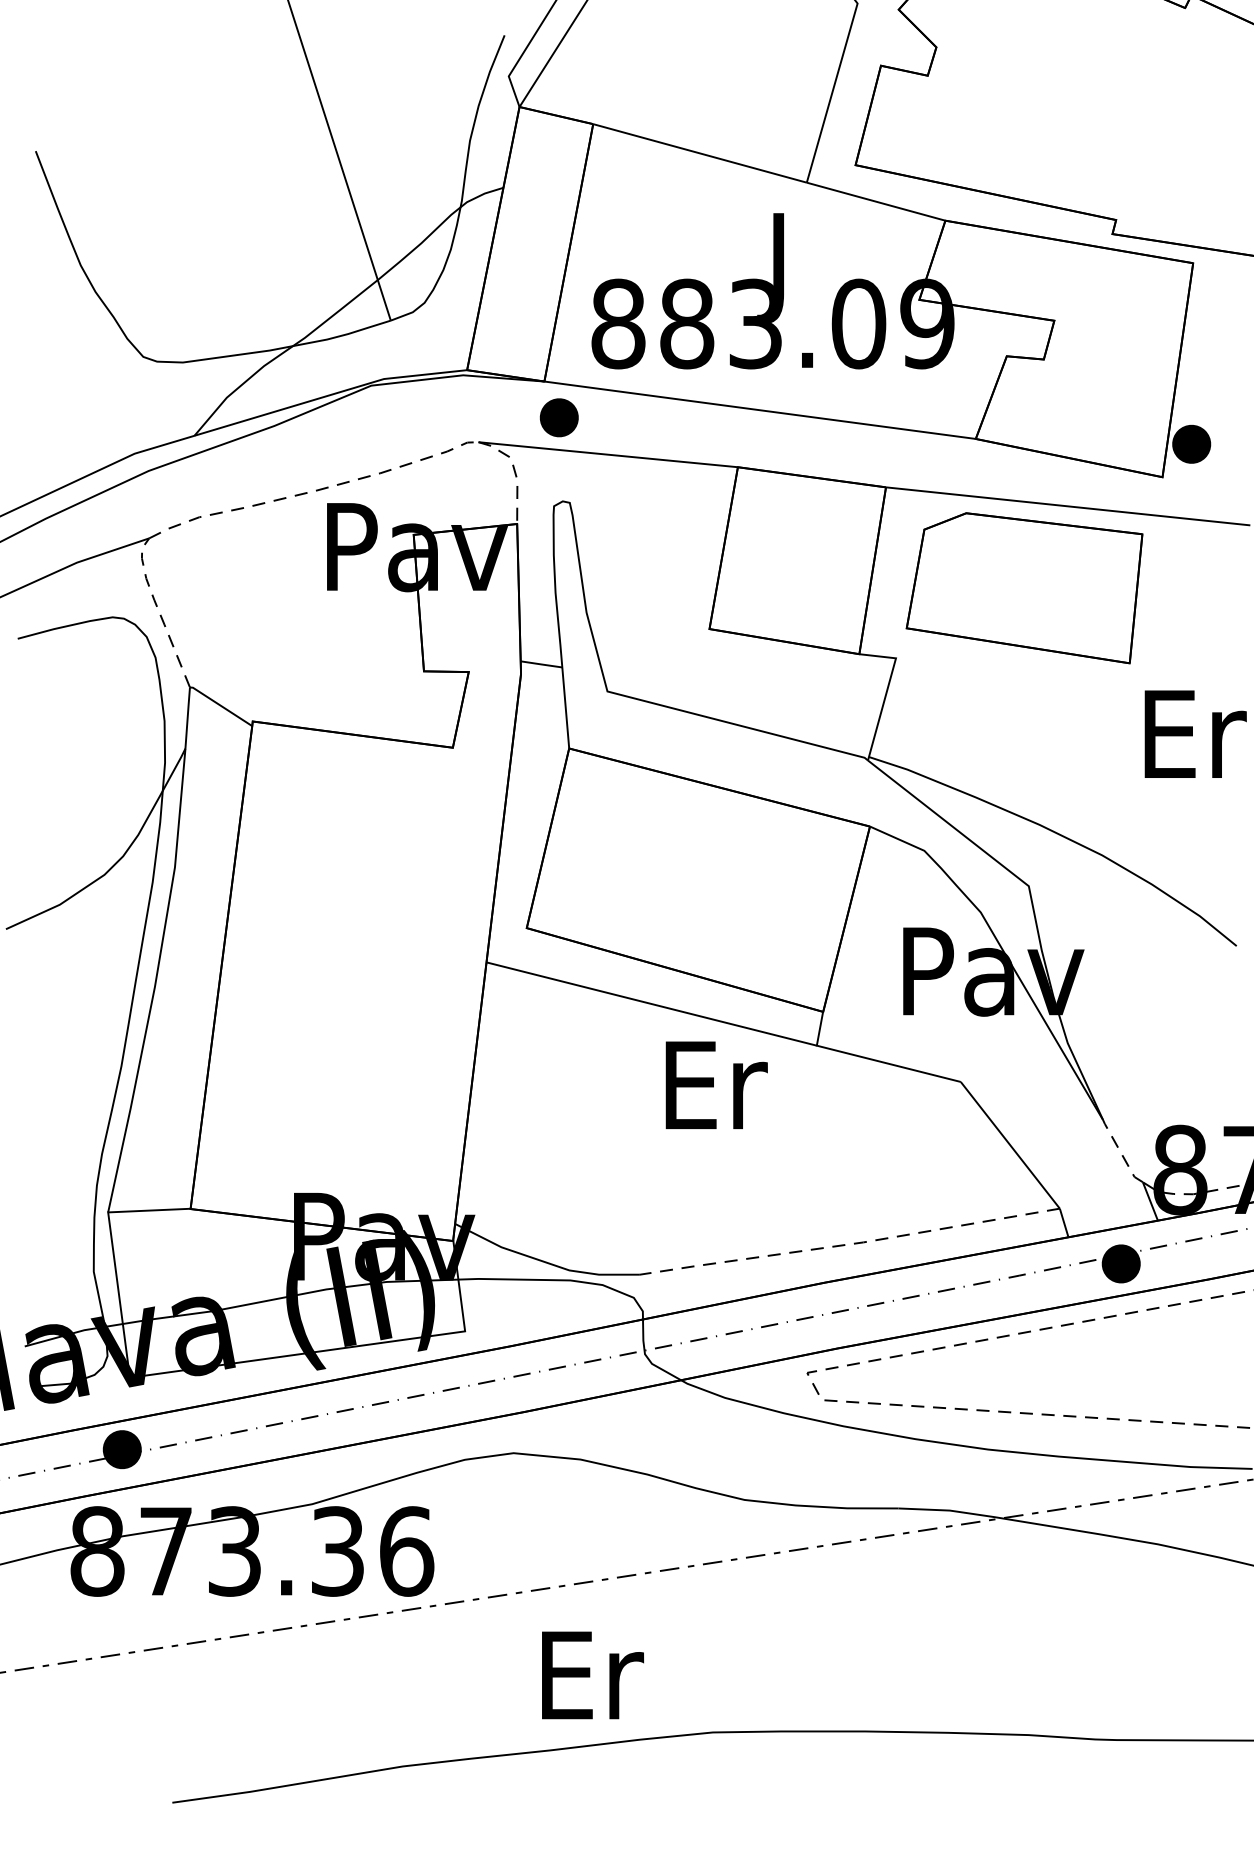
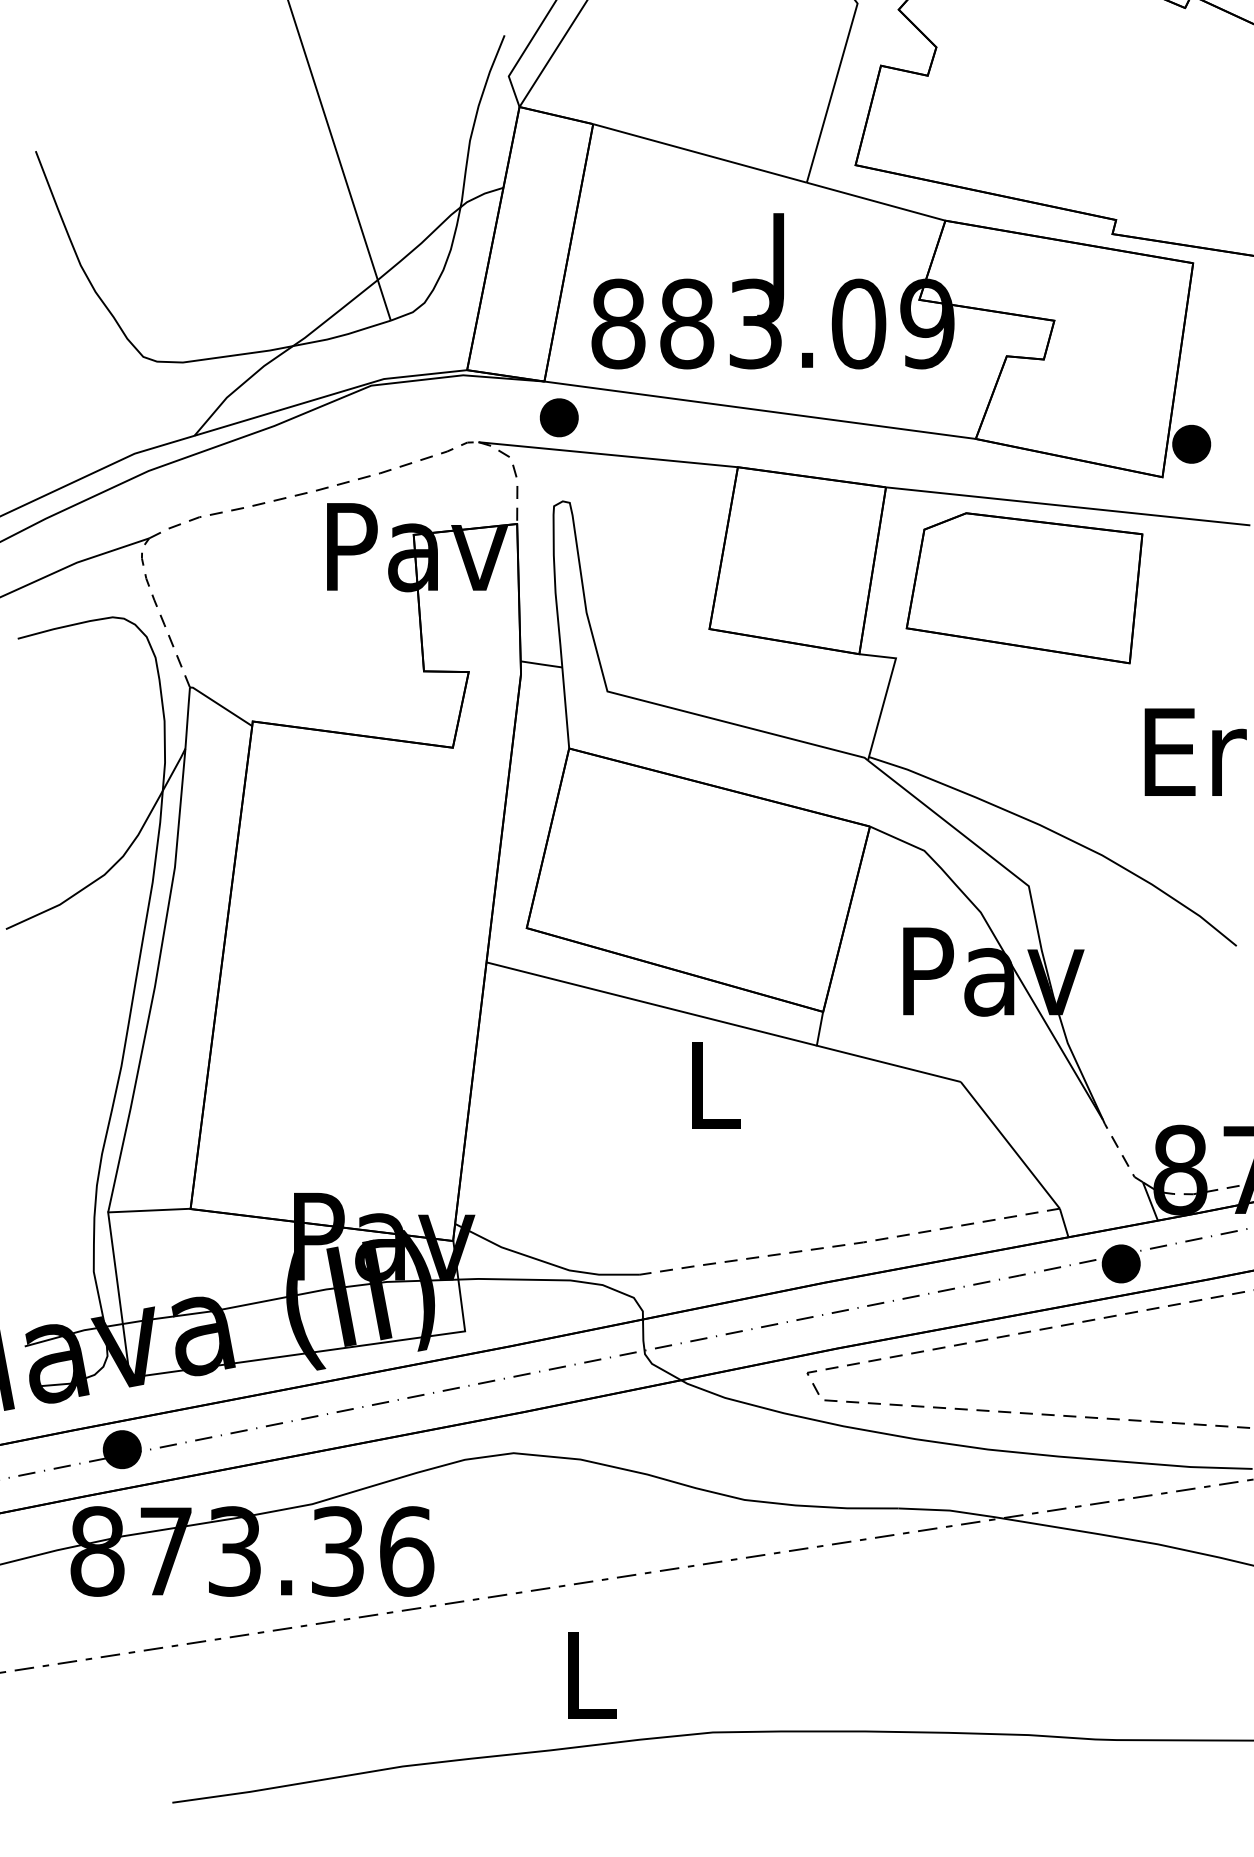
text at (1195, 733) position: (1195, 733) -> (1195, 751)
text at (716, 1085): Er -> L
text at (593, 1675): Er -> L
